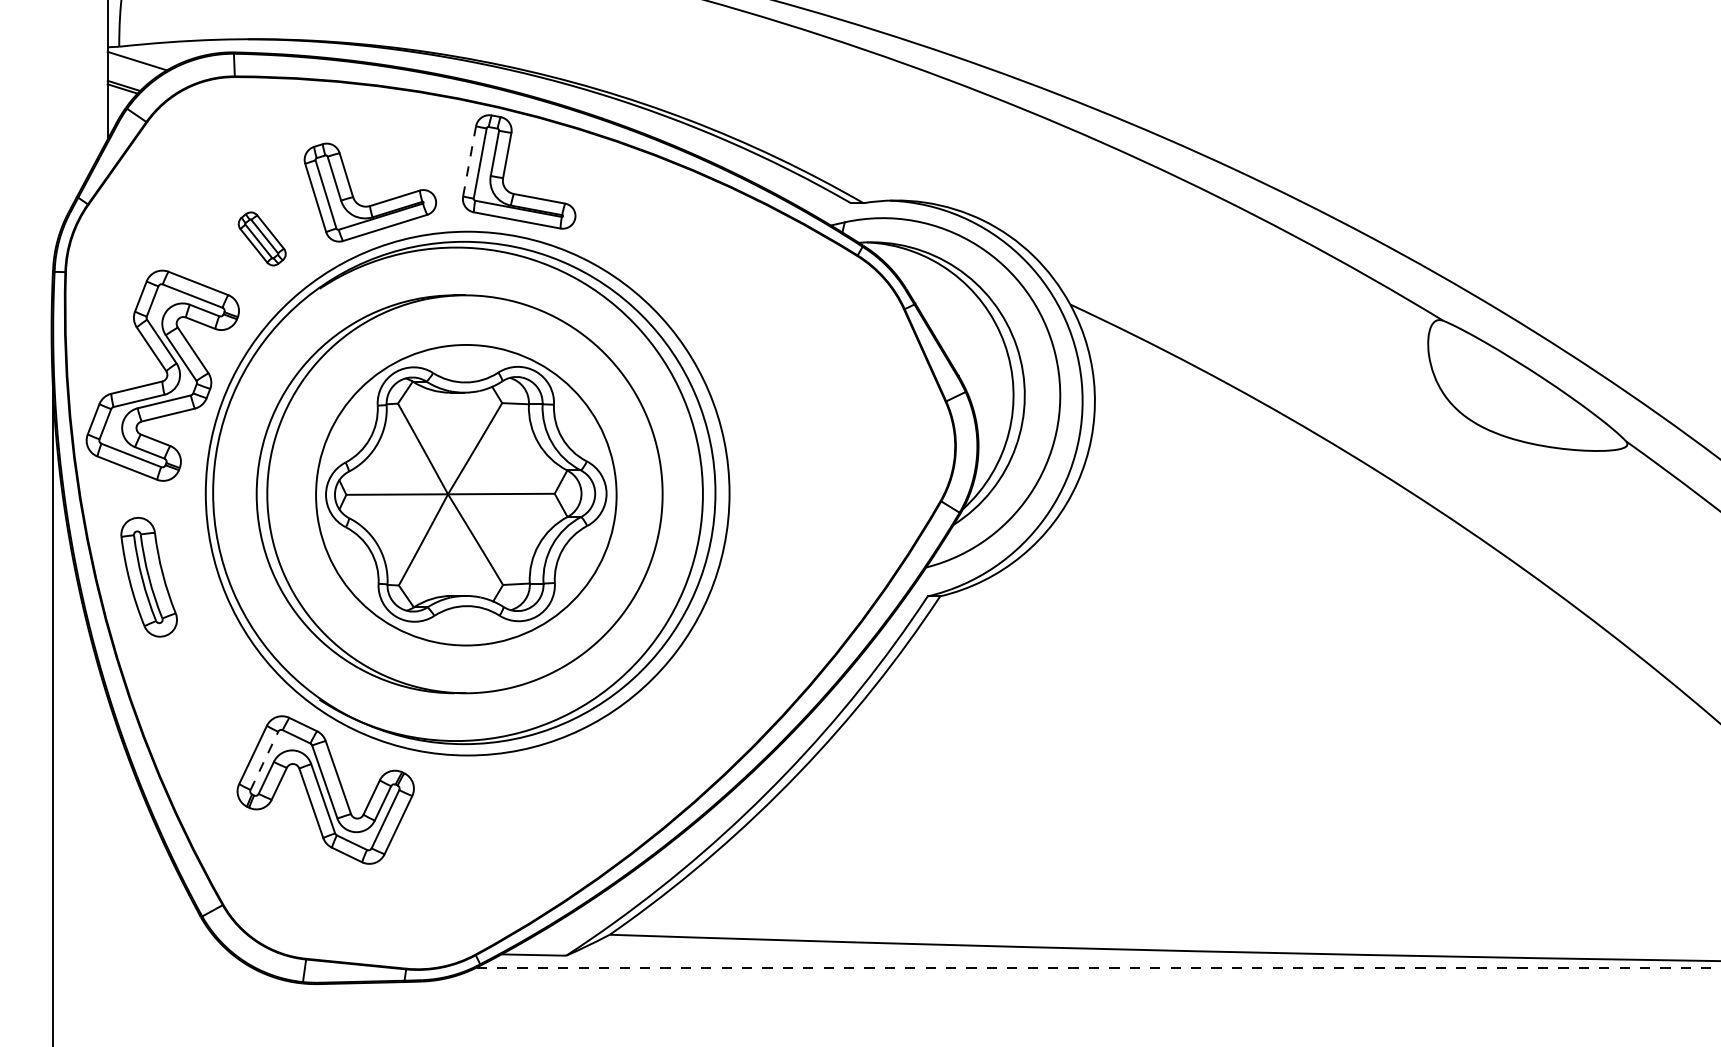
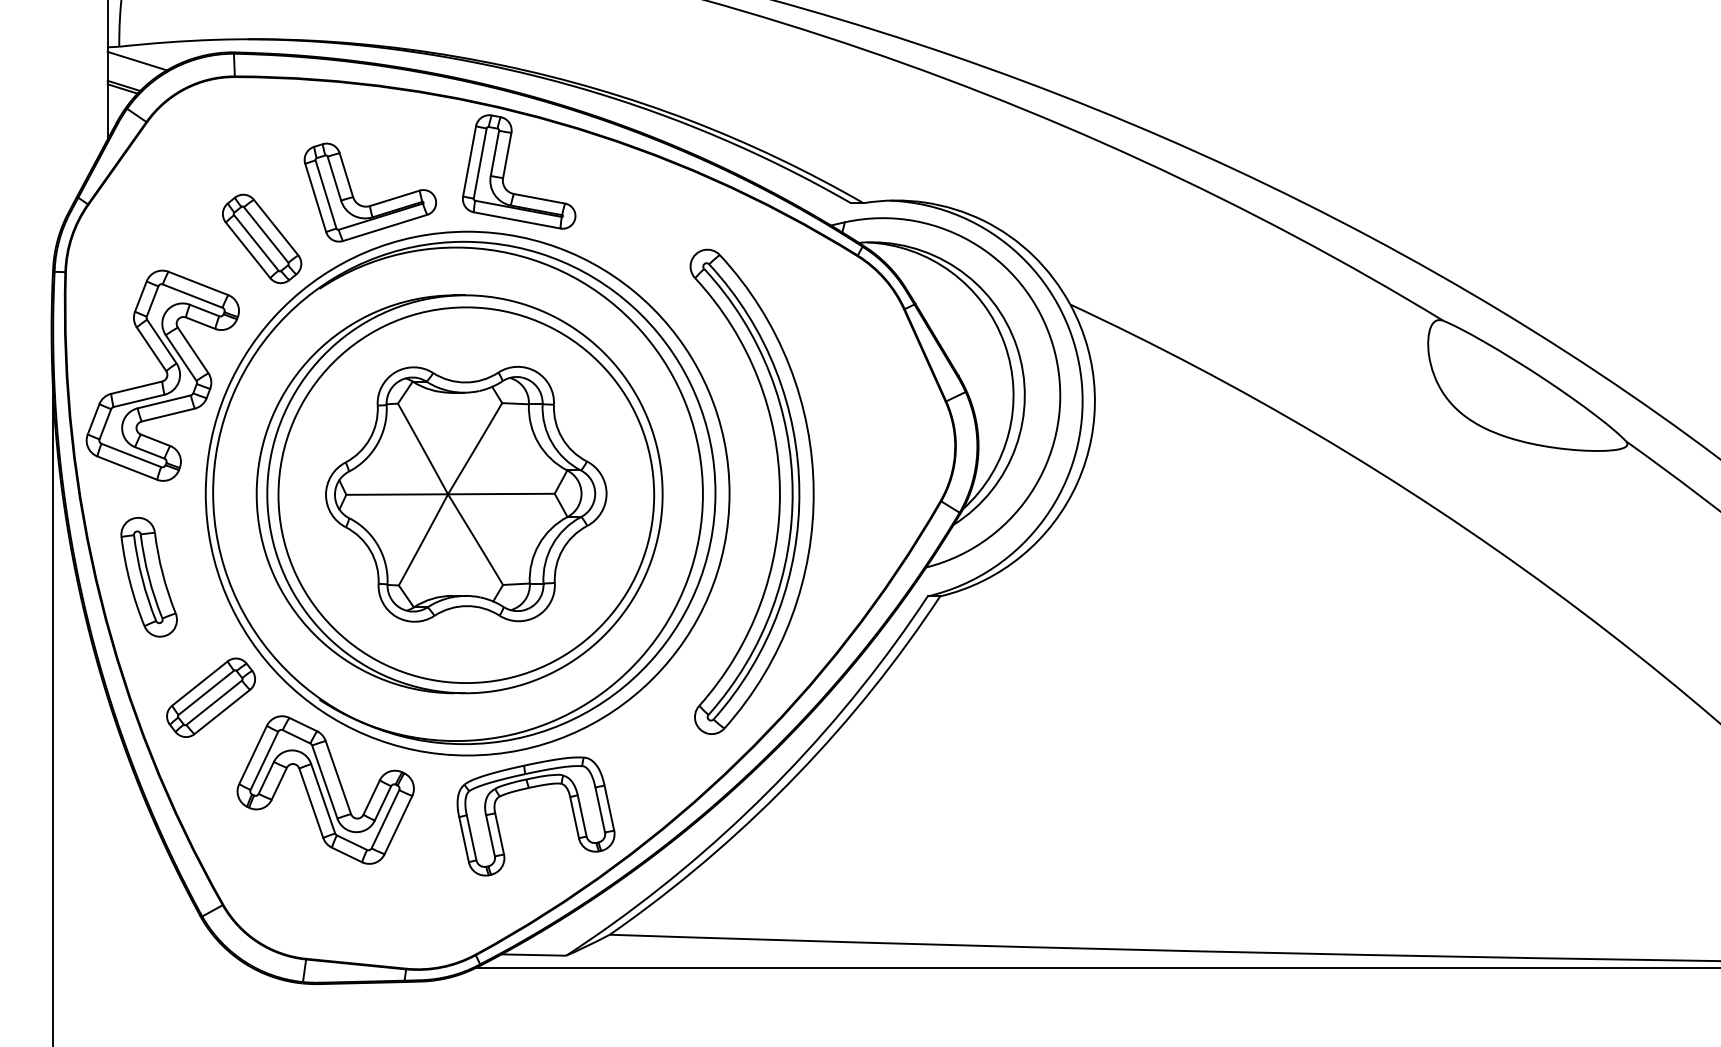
line at (469, 161): dashed -> solid
part at (261, 238) size: 50x56 px -> 81x92 px
part at (779, 491): none -> present
circle at (466, 494) diameter: 301 px -> 376 px
part at (210, 697): none -> present
line at (264, 760): dashed -> solid
part at (532, 788): none -> present
line at (1098, 967): dashed -> solid
